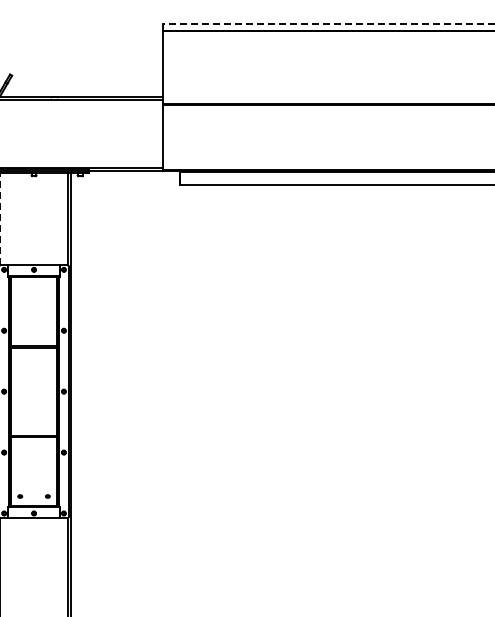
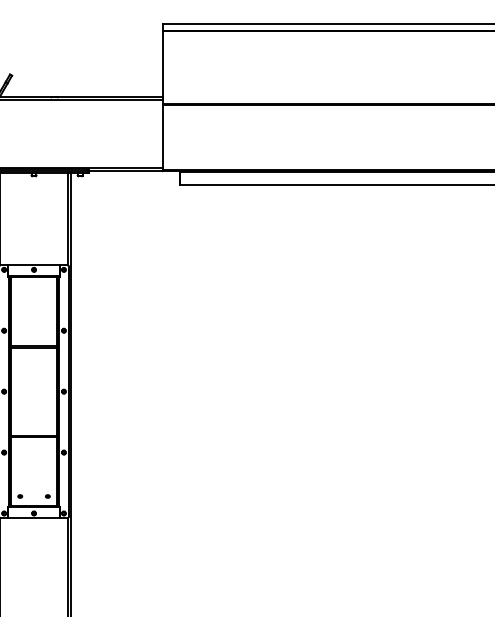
line at (328, 23): dashed -> solid
line at (0, 218): dashed -> solid
